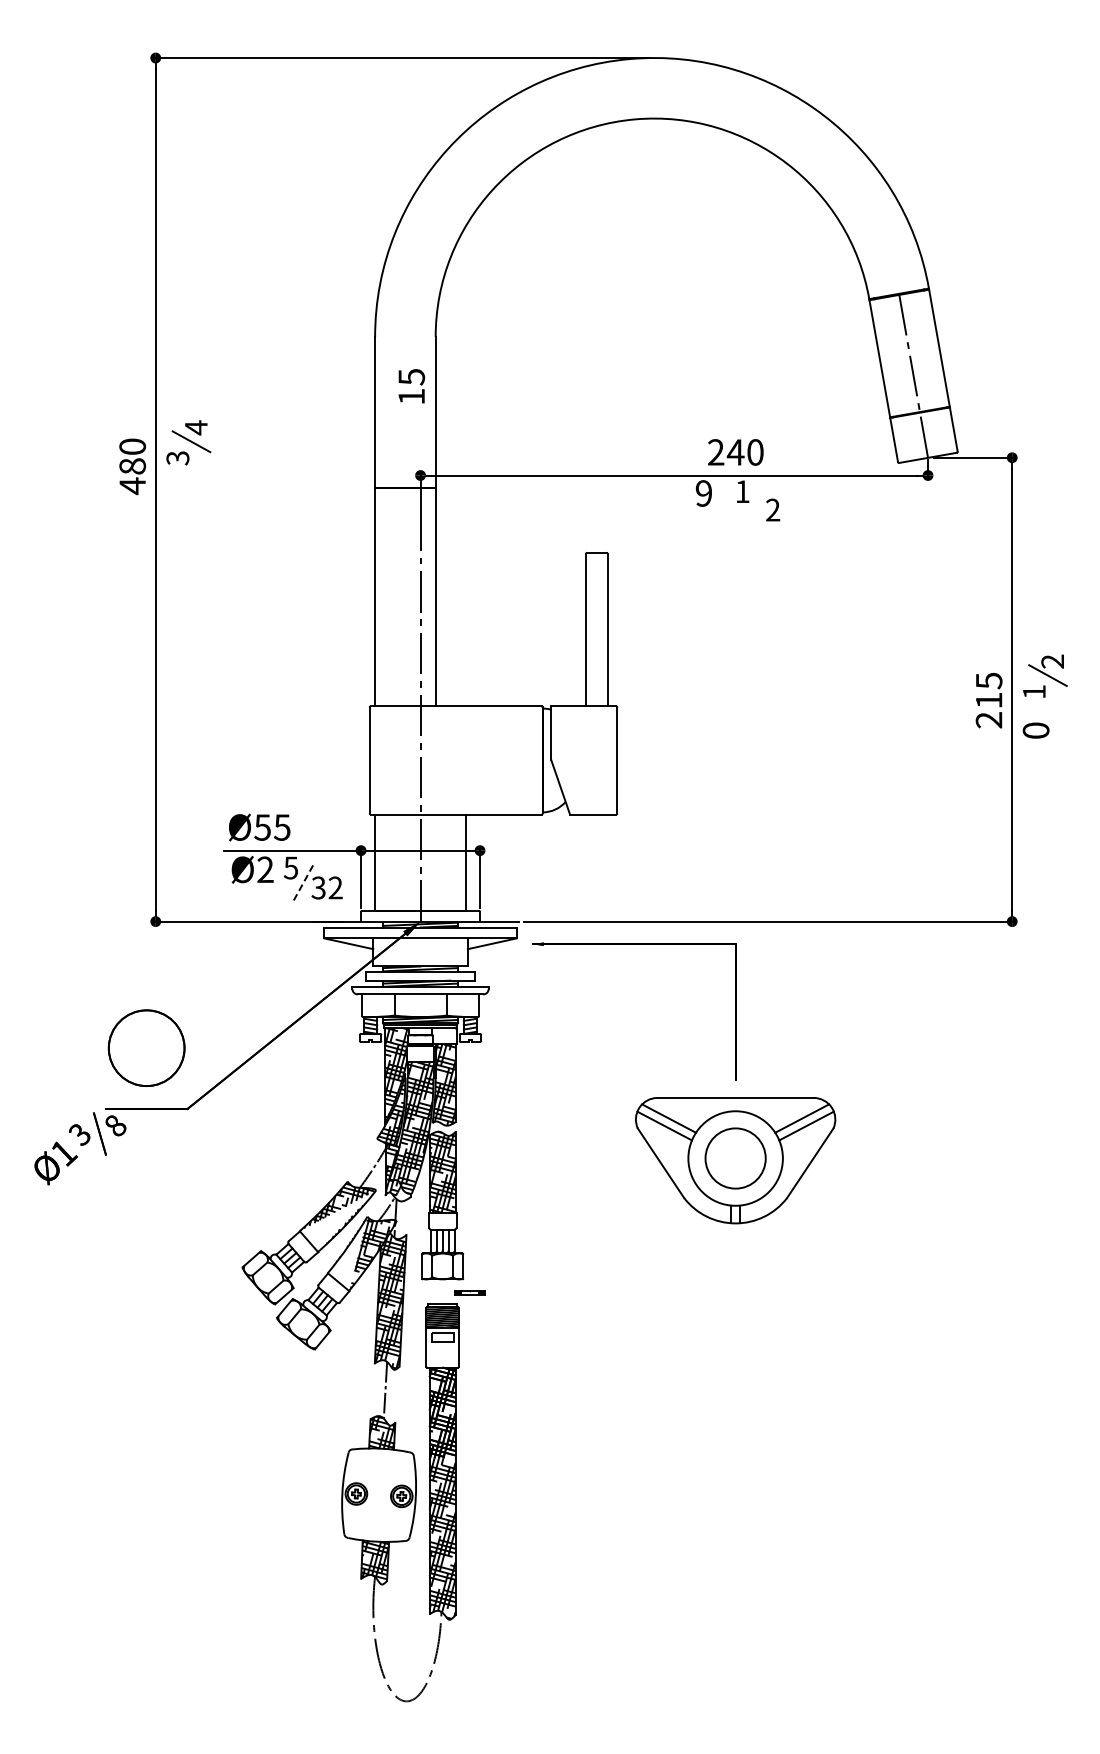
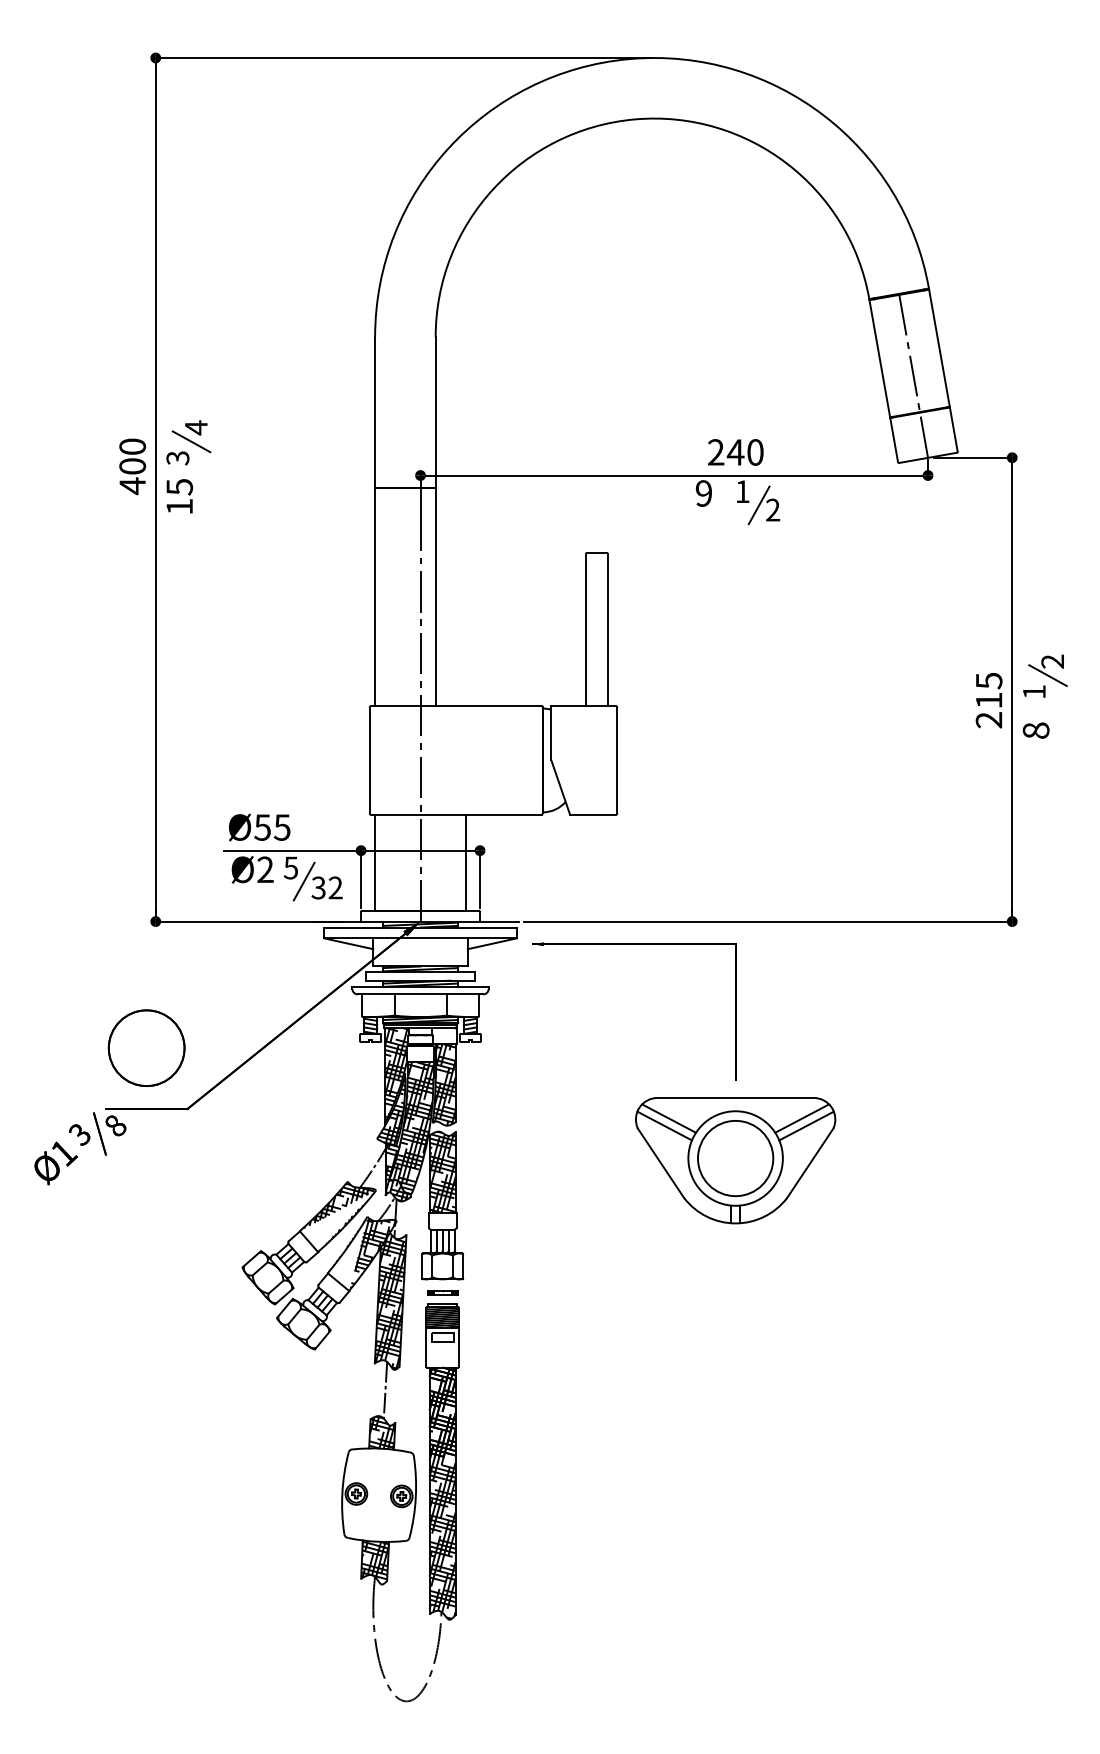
text at (411, 386) position: (411, 386) -> (179, 496)
text at (132, 466): 480 -> 400
line at (758, 505): none -> present
text at (1036, 730): 0 -> 8
line at (304, 881): dashed -> solid
circle at (735, 1158) diameter: 60 px -> 75 px
hatch at (403, 1196): none -> present
part at (469, 1292) position: (469, 1292) -> (442, 1292)
